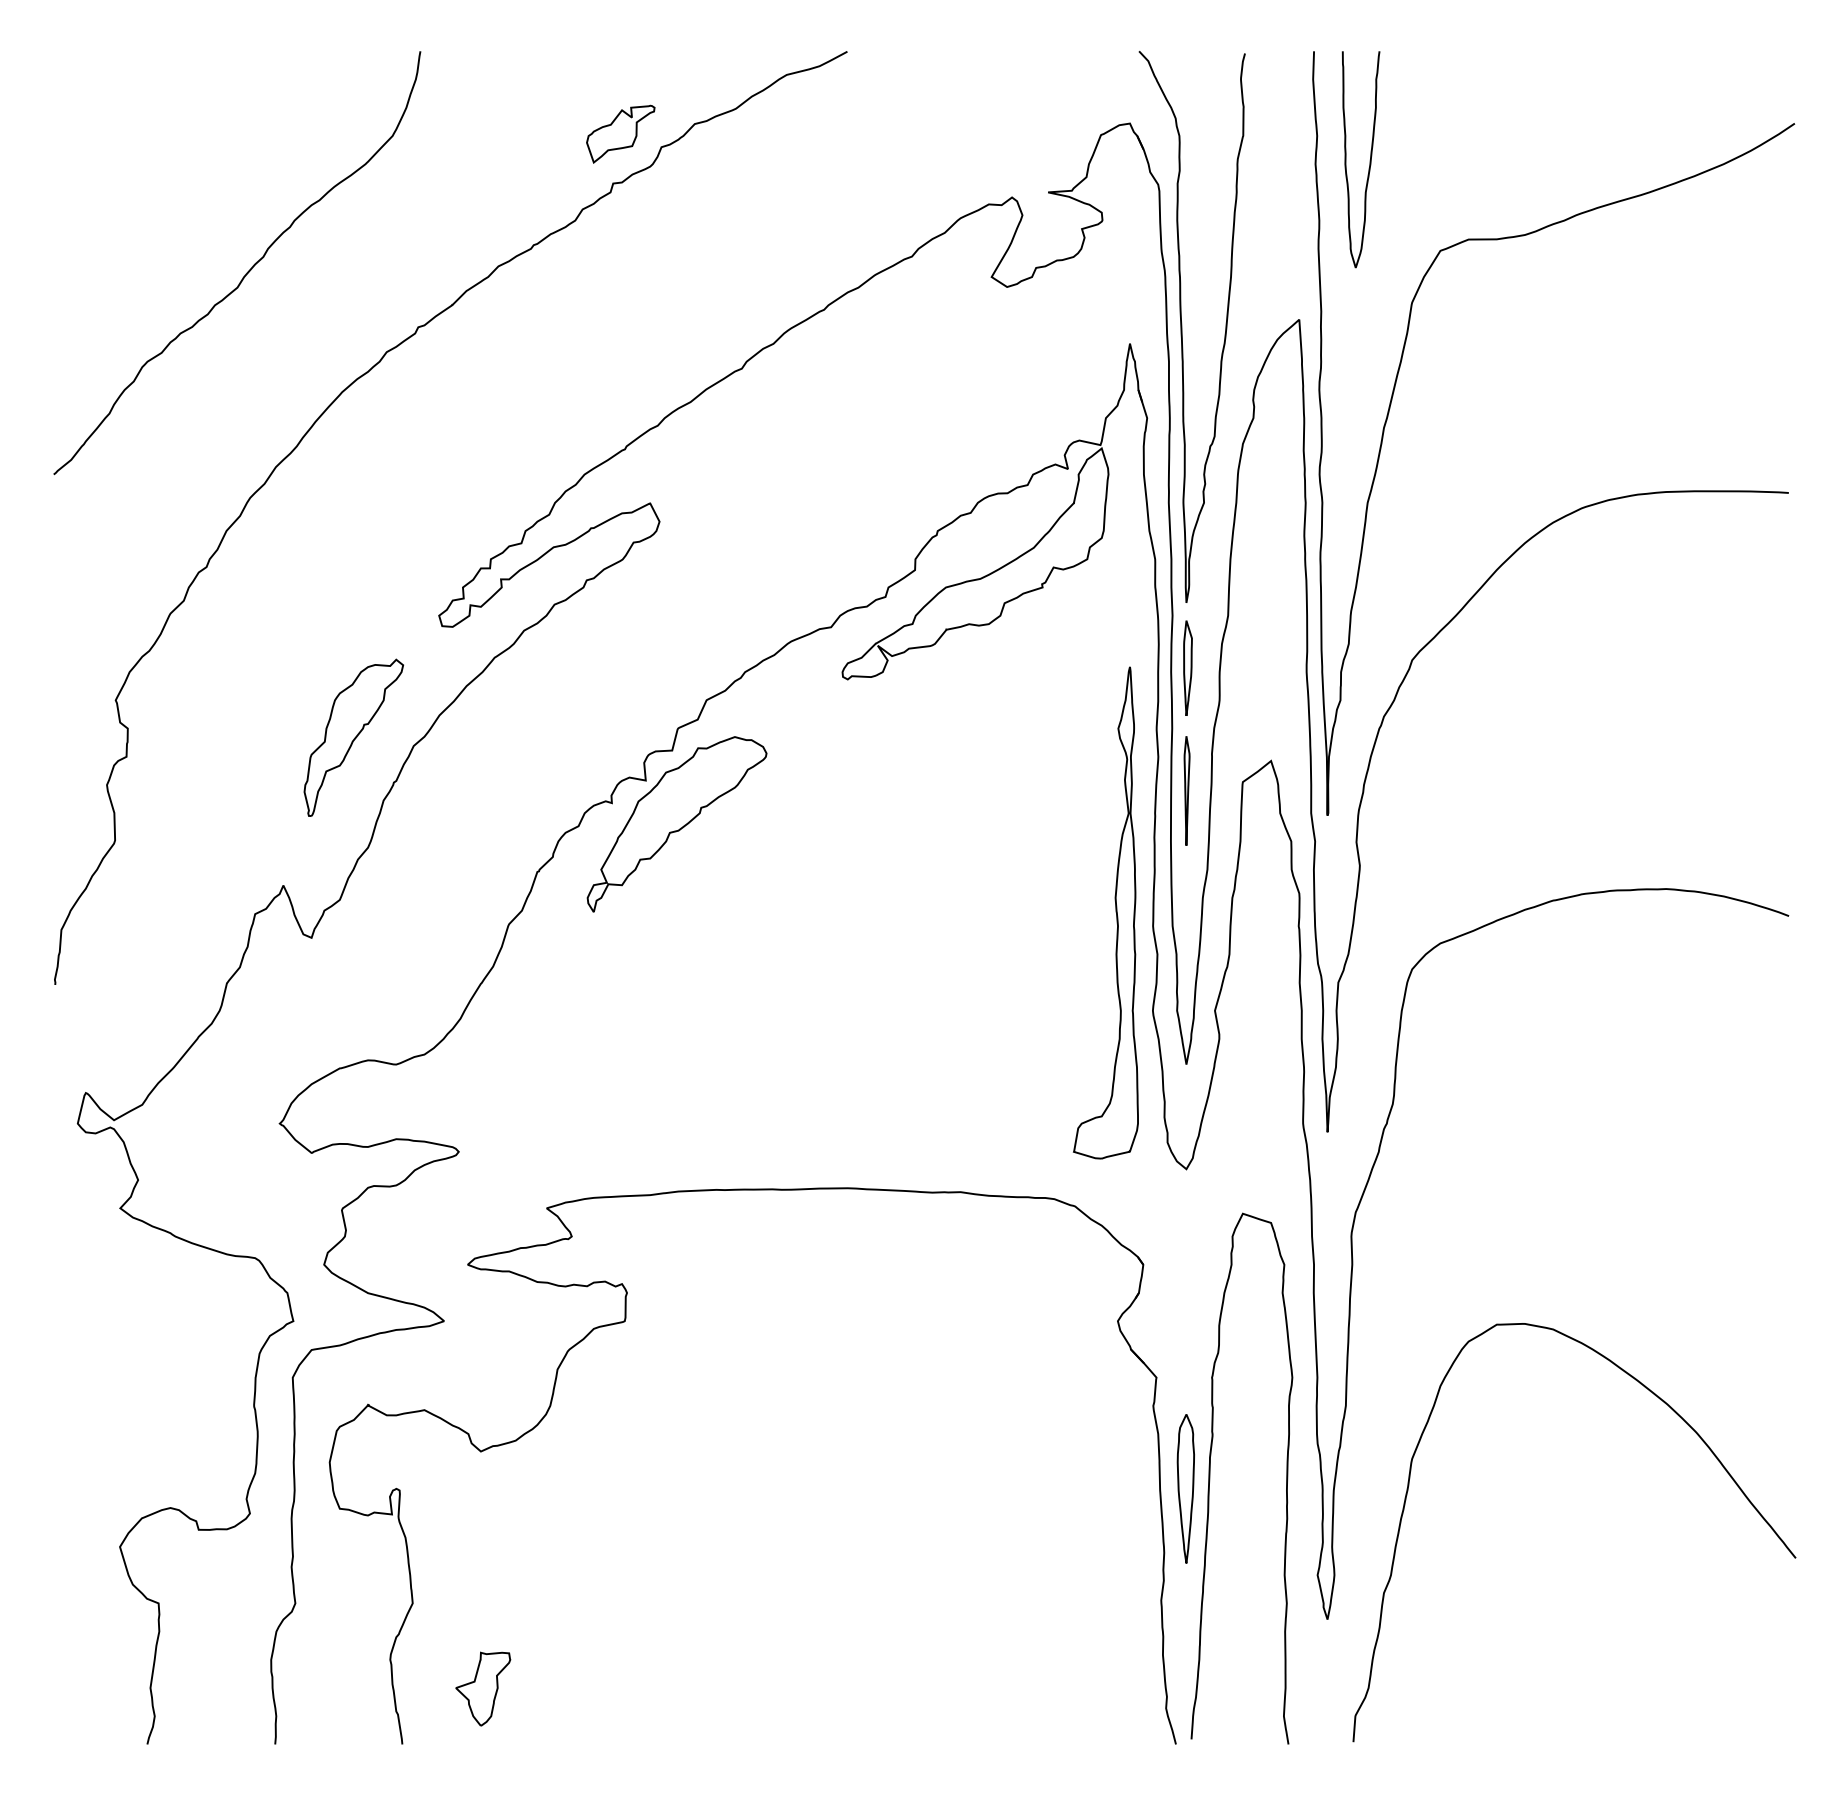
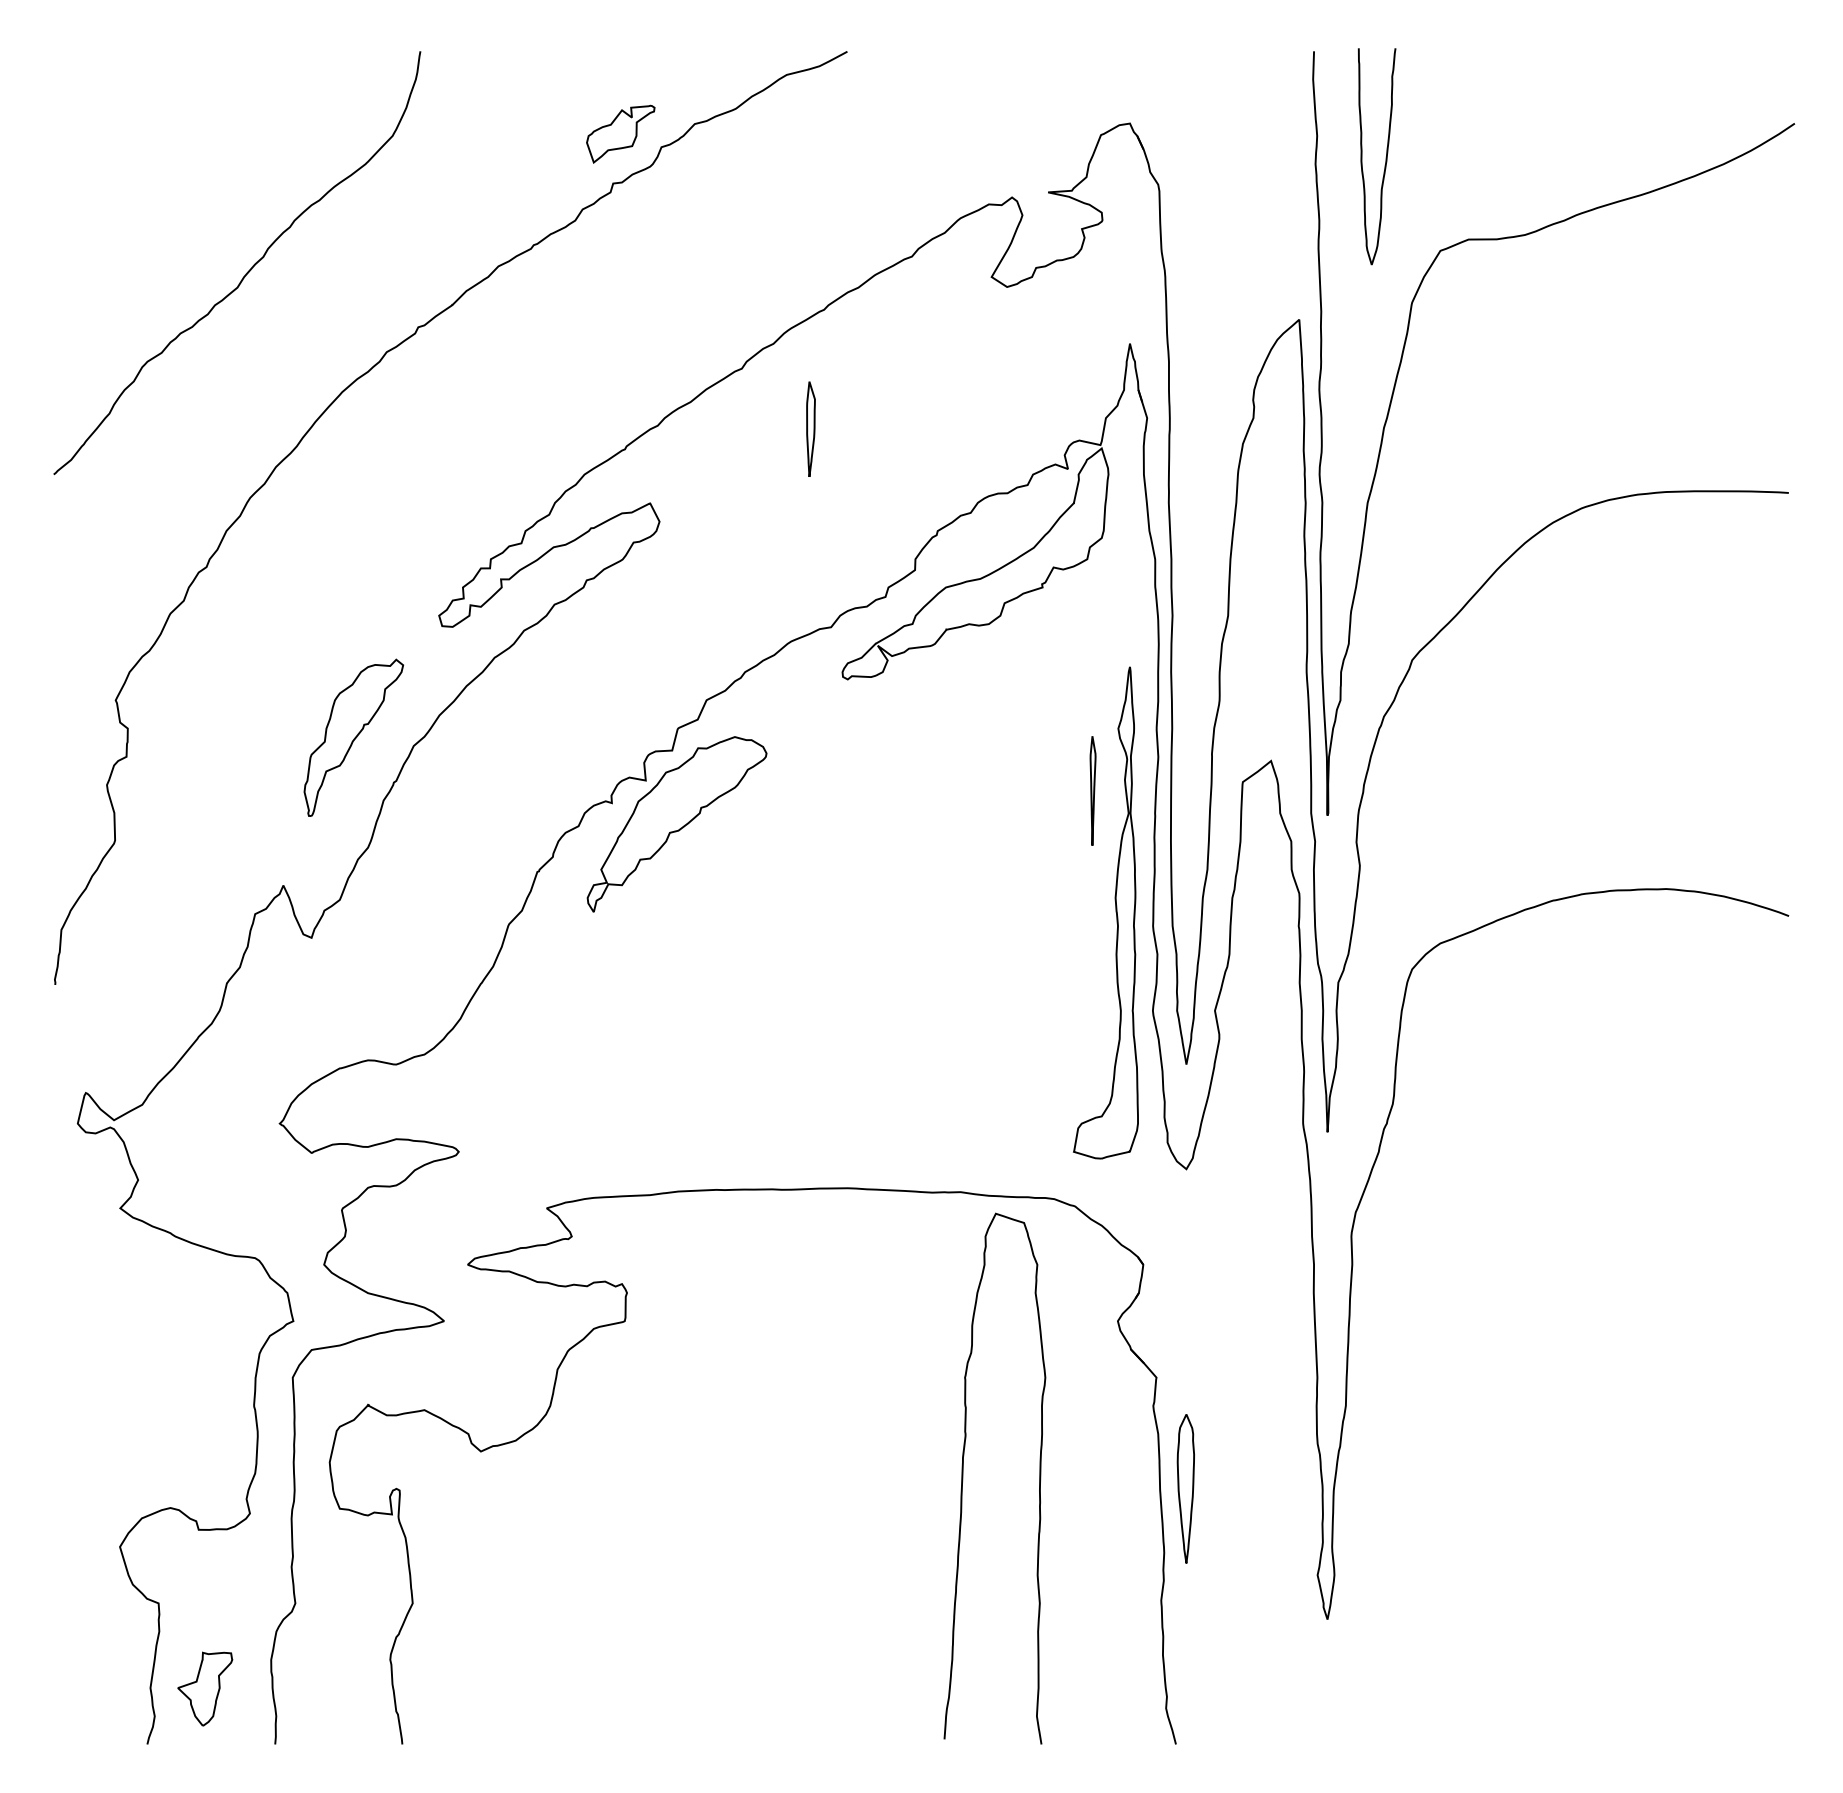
curve at (1369, 160) position: (1369, 160) -> (1385, 157)
curve at (1182, 326): present -> none
part at (1187, 667) position: (1187, 667) -> (810, 428)
part at (1186, 790) position: (1186, 790) -> (1092, 790)
curve at (1680, 1418): present -> none
curve at (1210, 1478) position: (1210, 1478) -> (963, 1478)
part at (483, 1688) position: (483, 1688) -> (205, 1688)
